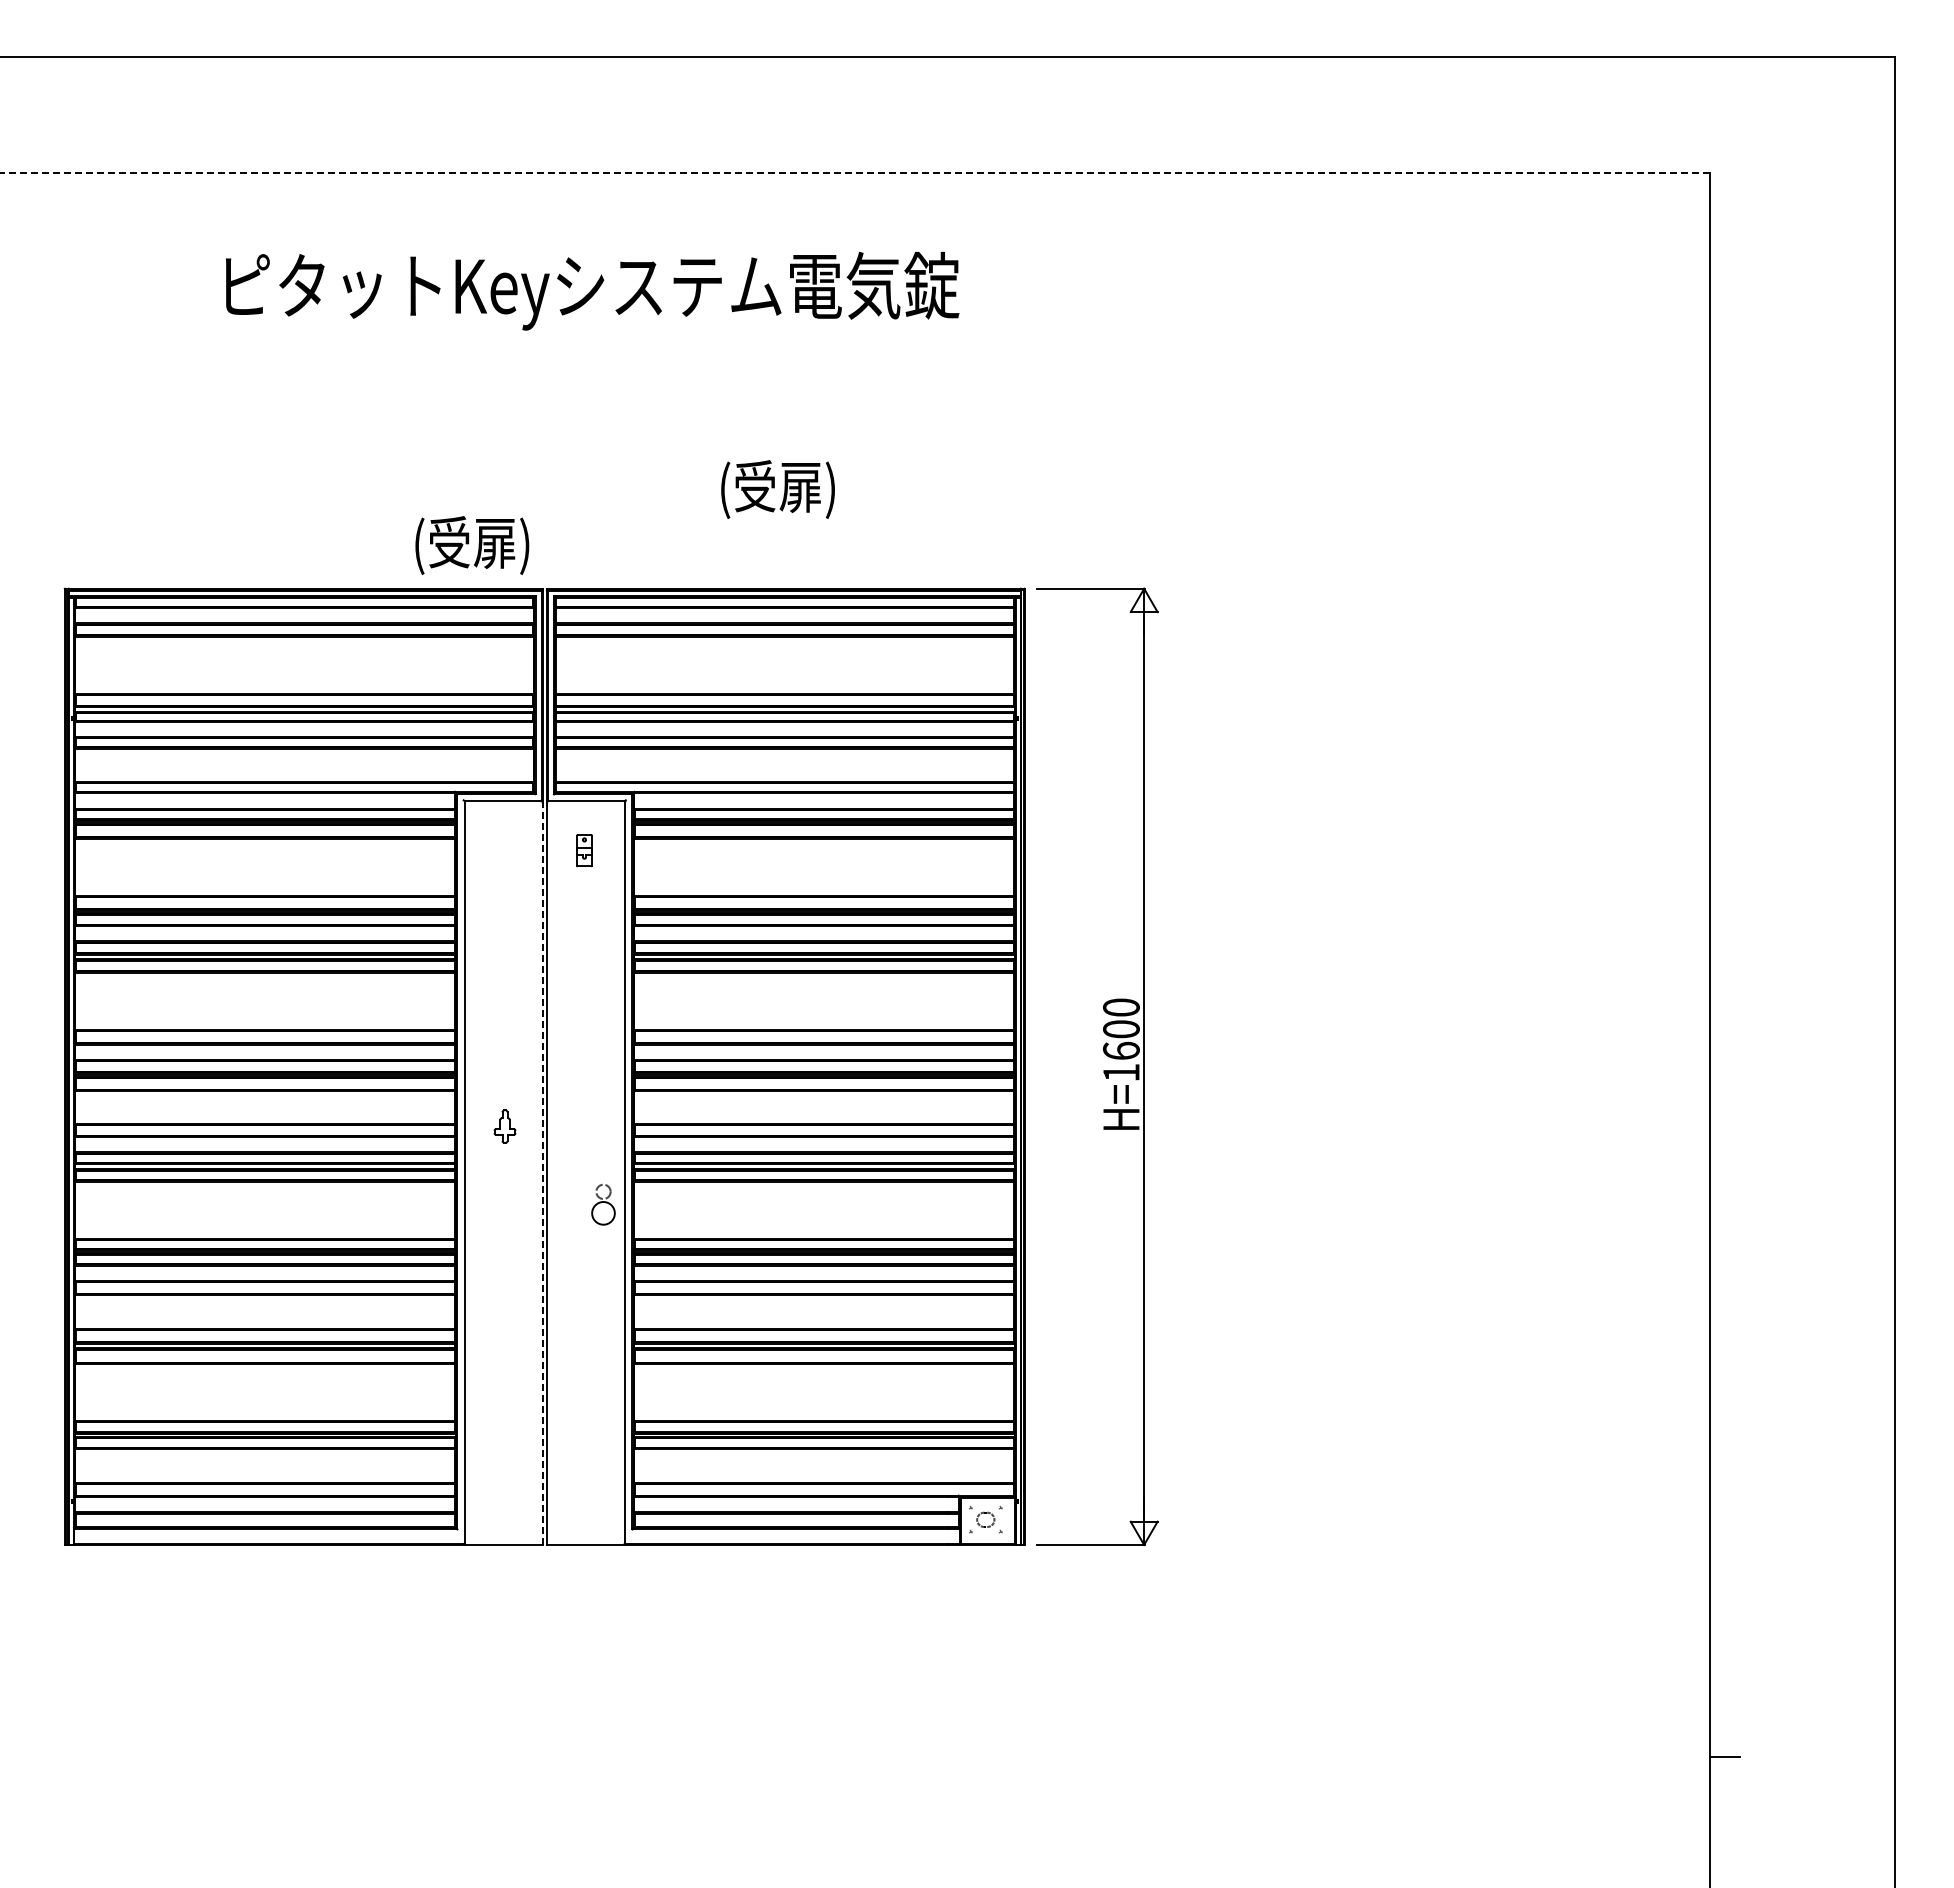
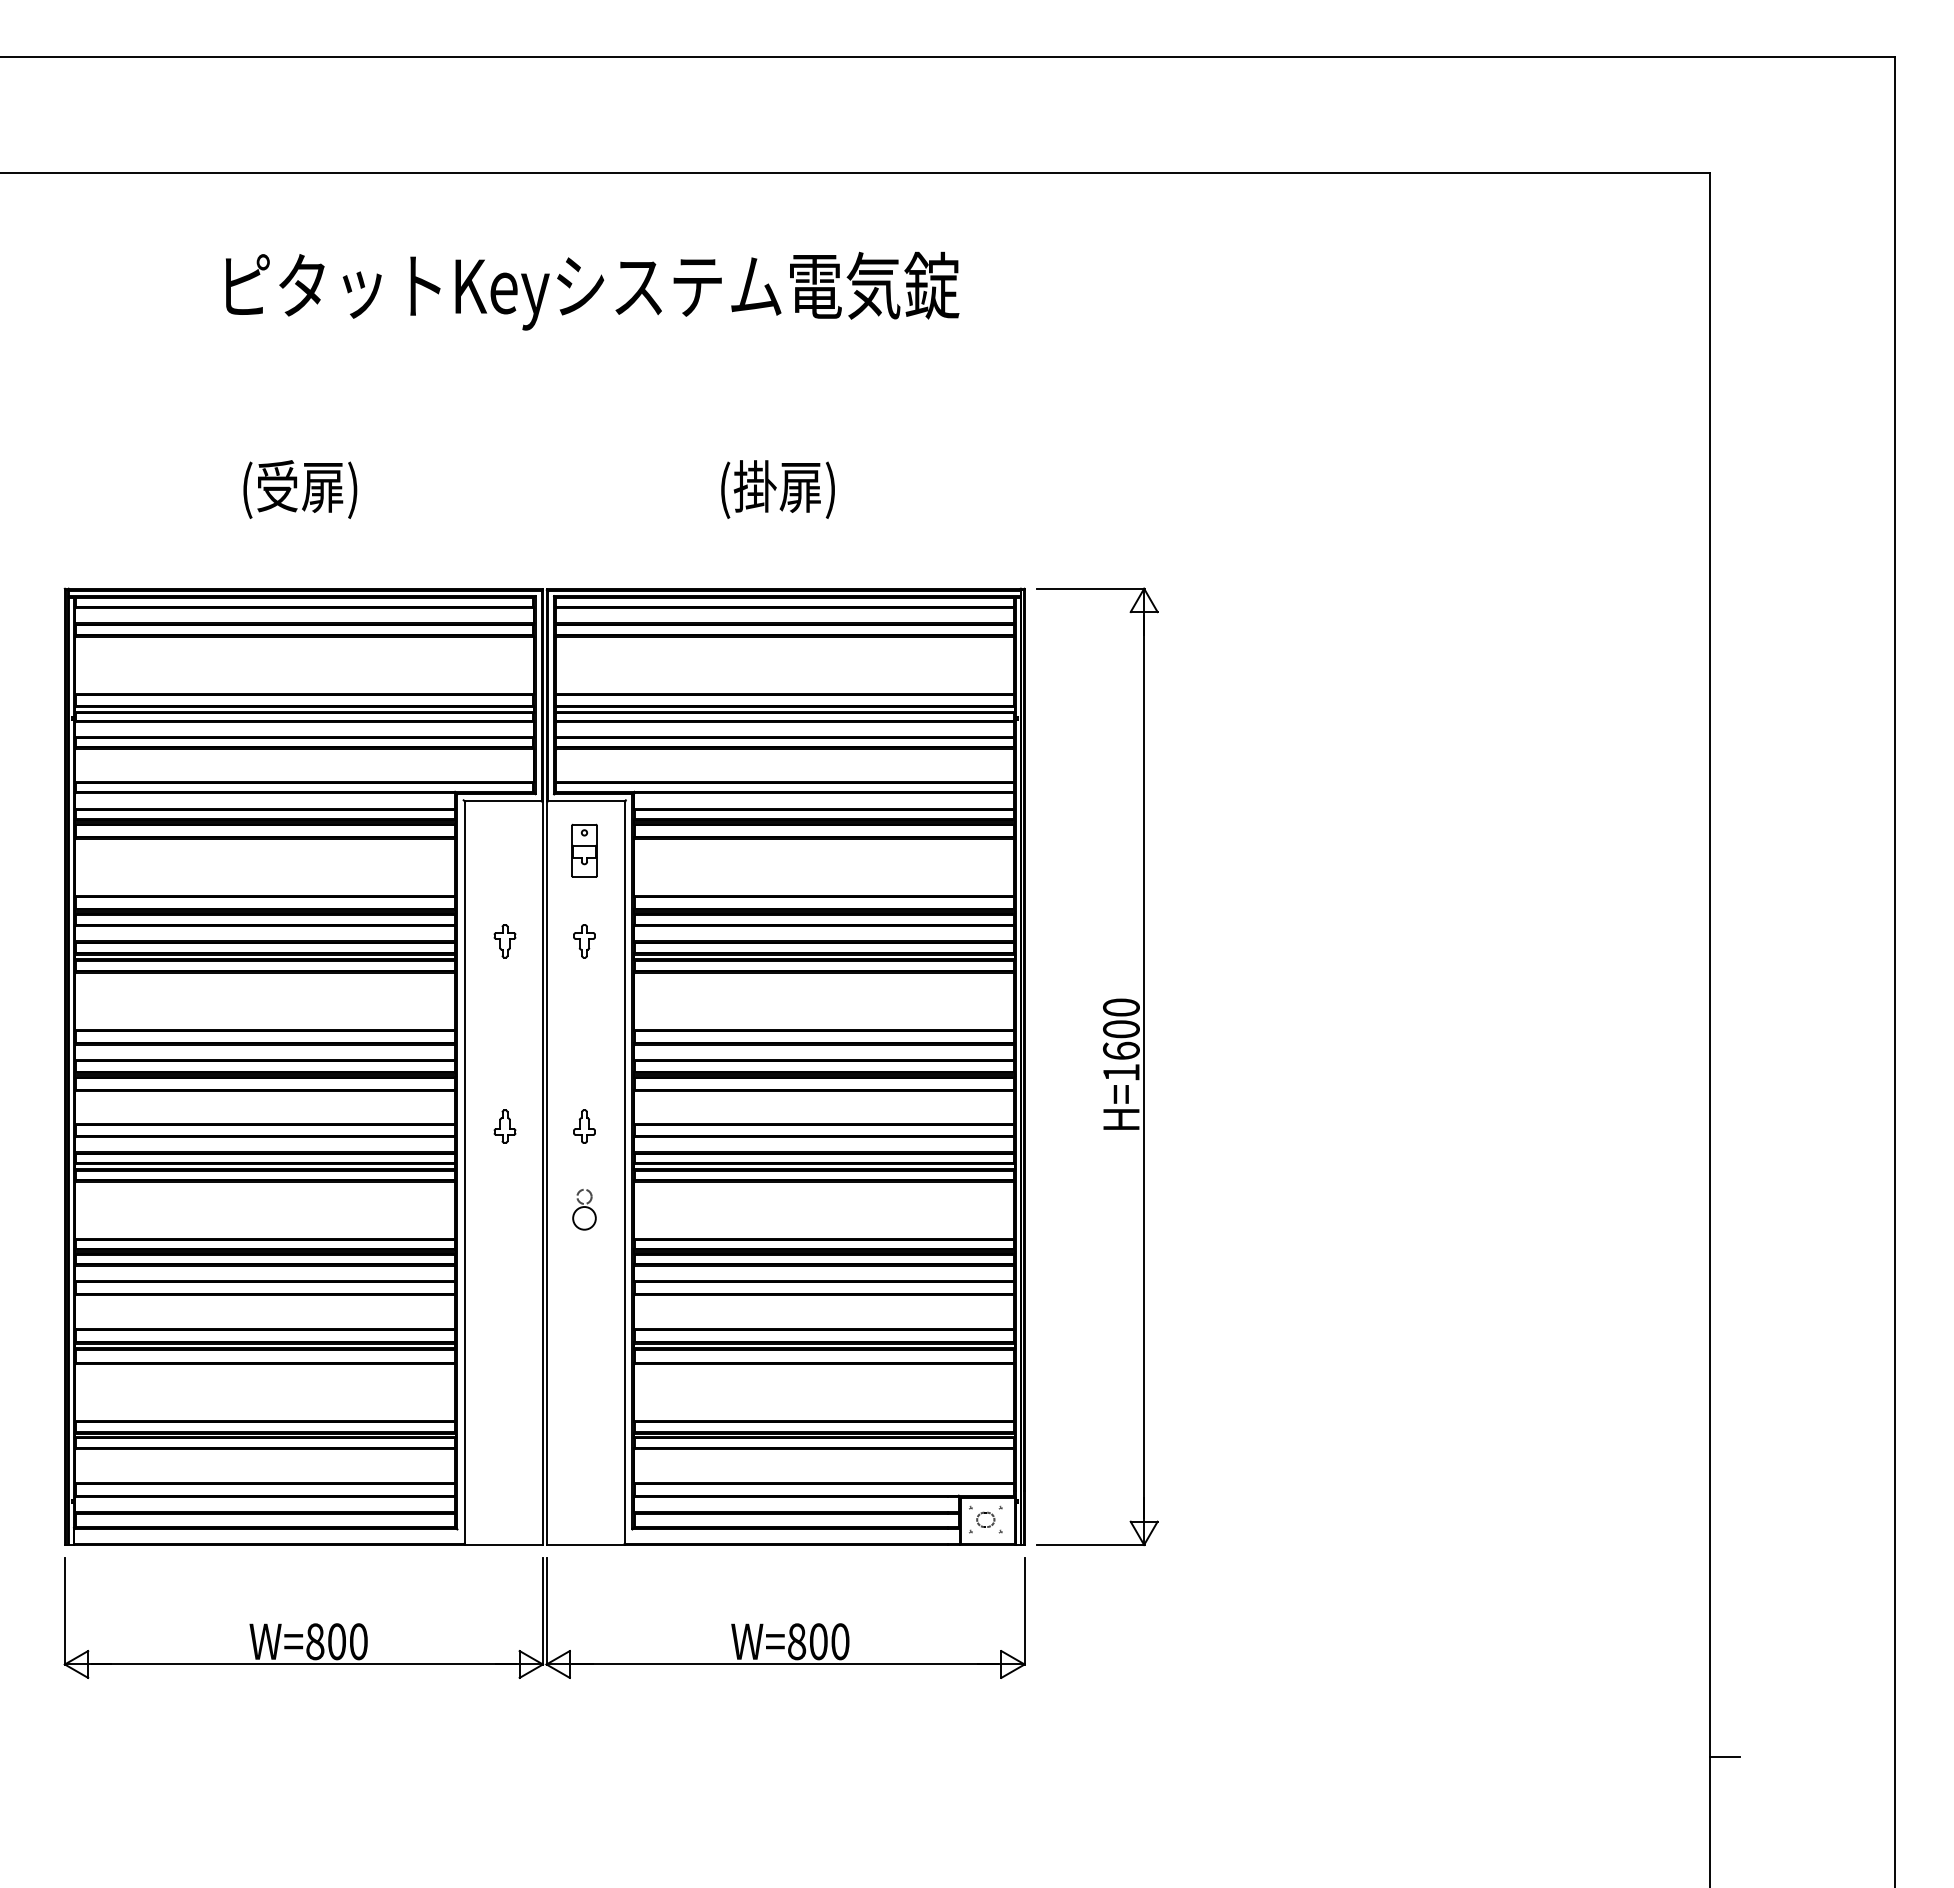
line at (855, 173): dashed -> solid
text at (754, 486): (受扉) -> (掛扉)
text at (472, 545) position: (472, 545) -> (300, 489)
part at (584, 850) size: 17x34 px -> 27x55 px
part at (504, 941): none -> present
part at (584, 941): none -> present
part at (584, 1126): none -> present
line at (542, 1173): dashed -> solid
part at (603, 1204) position: (603, 1204) -> (584, 1209)
part at (544, 1617): none -> present
